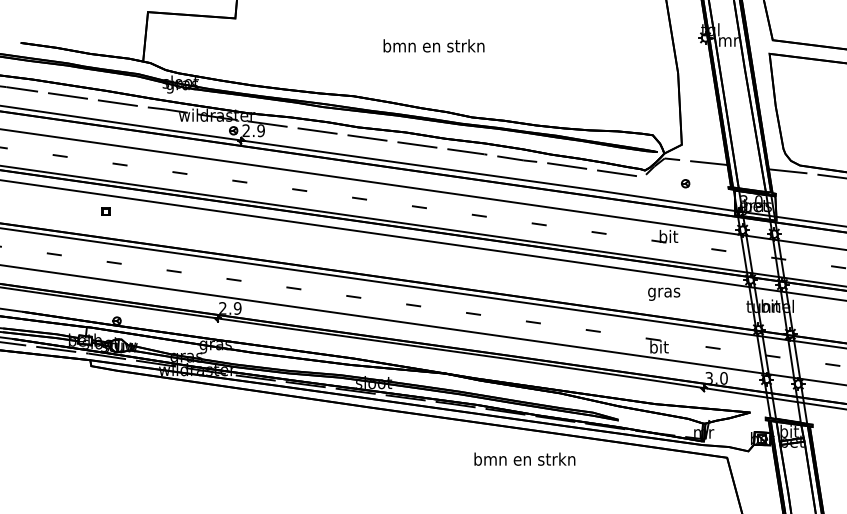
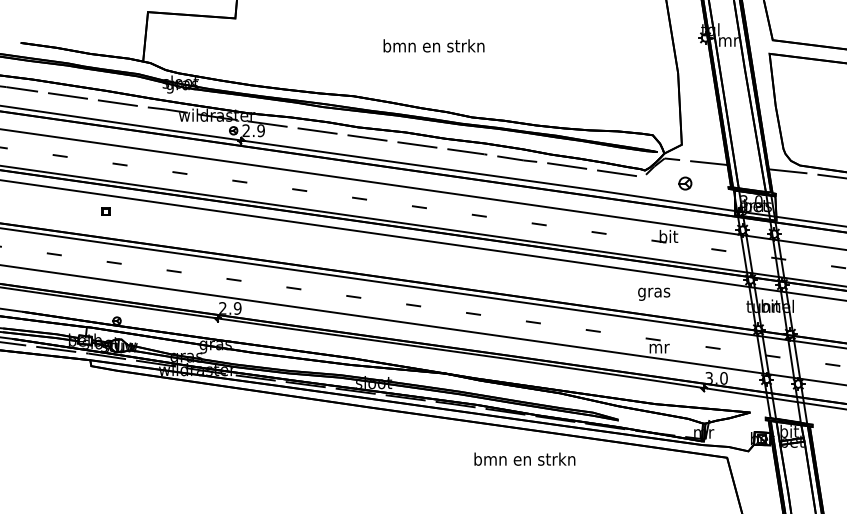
part at (685, 183) size: 10x10 px -> 15x15 px
text at (664, 293) position: (664, 293) -> (654, 293)
text at (659, 346): bit -> mr
